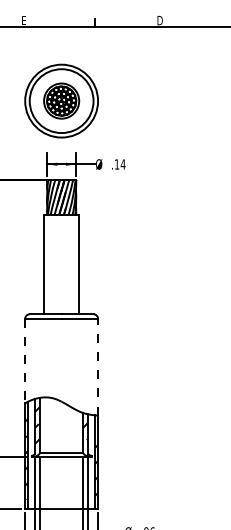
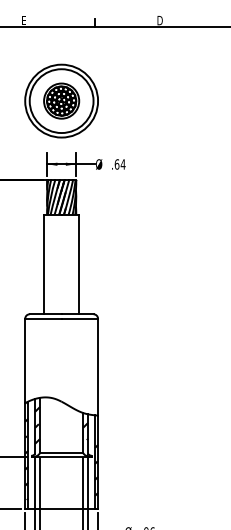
text at (116, 164): .14 -> .64
line at (25, 361): dashed -> solid
line at (98, 366): dashed -> solid
